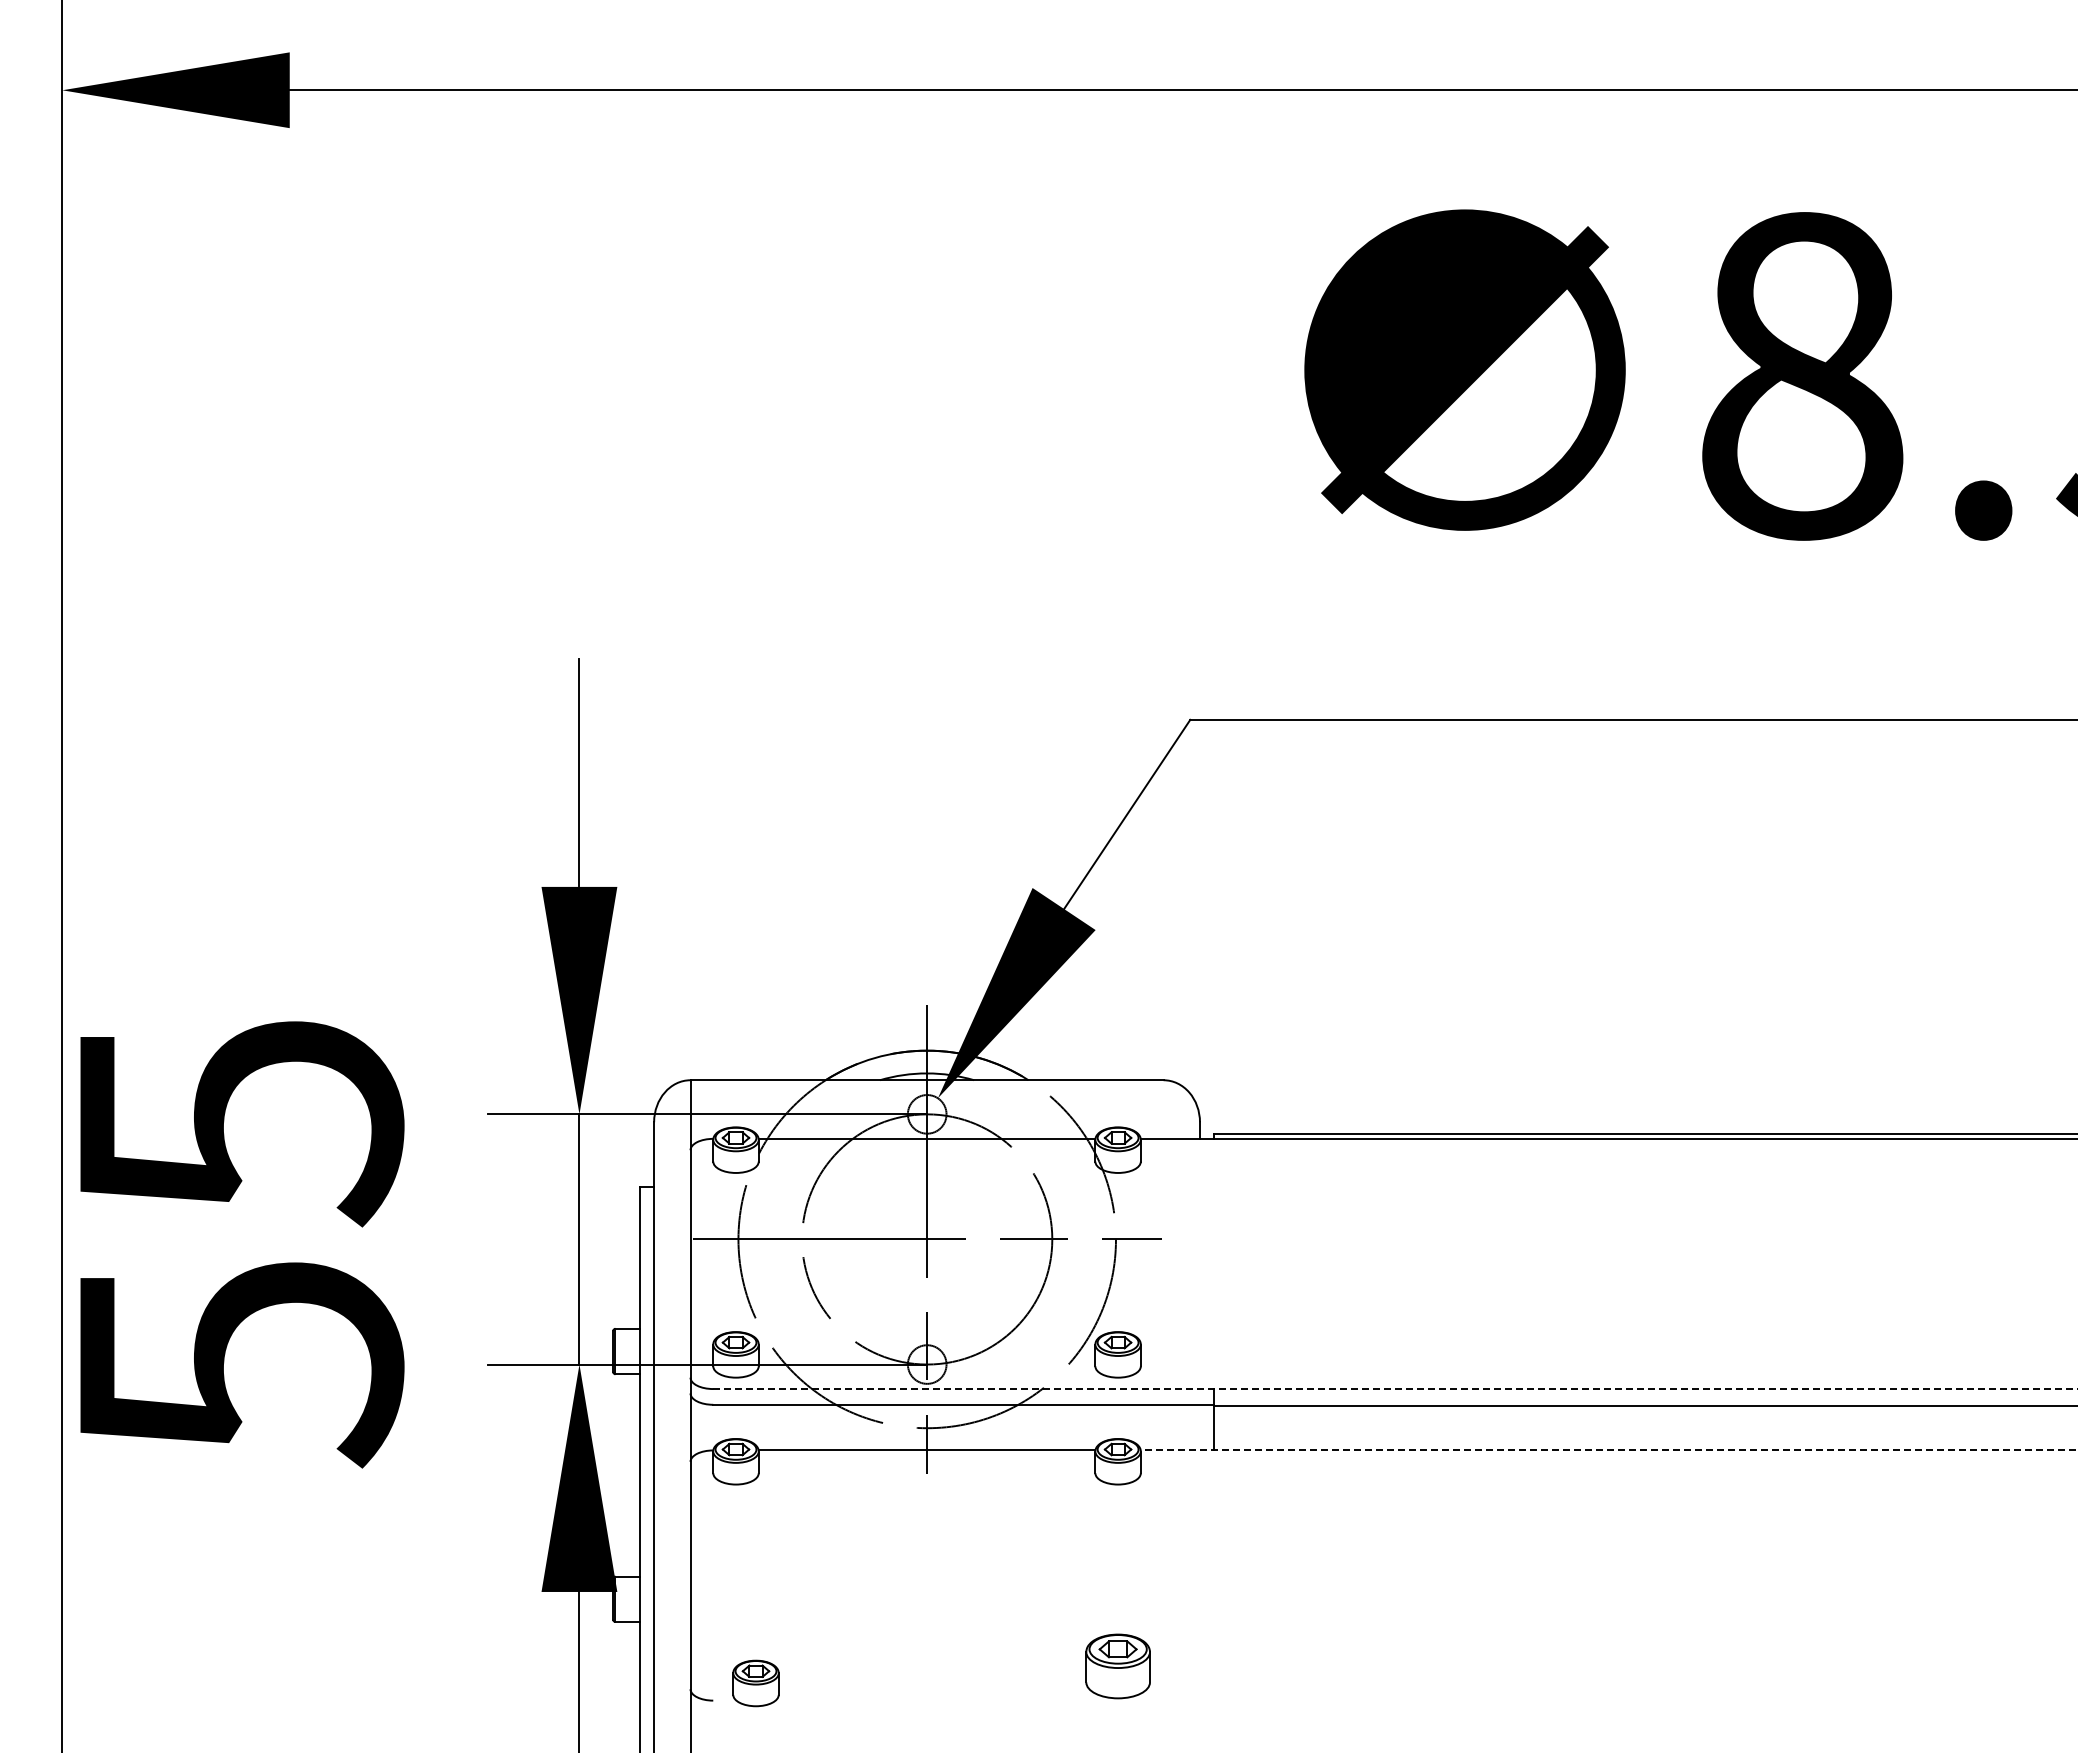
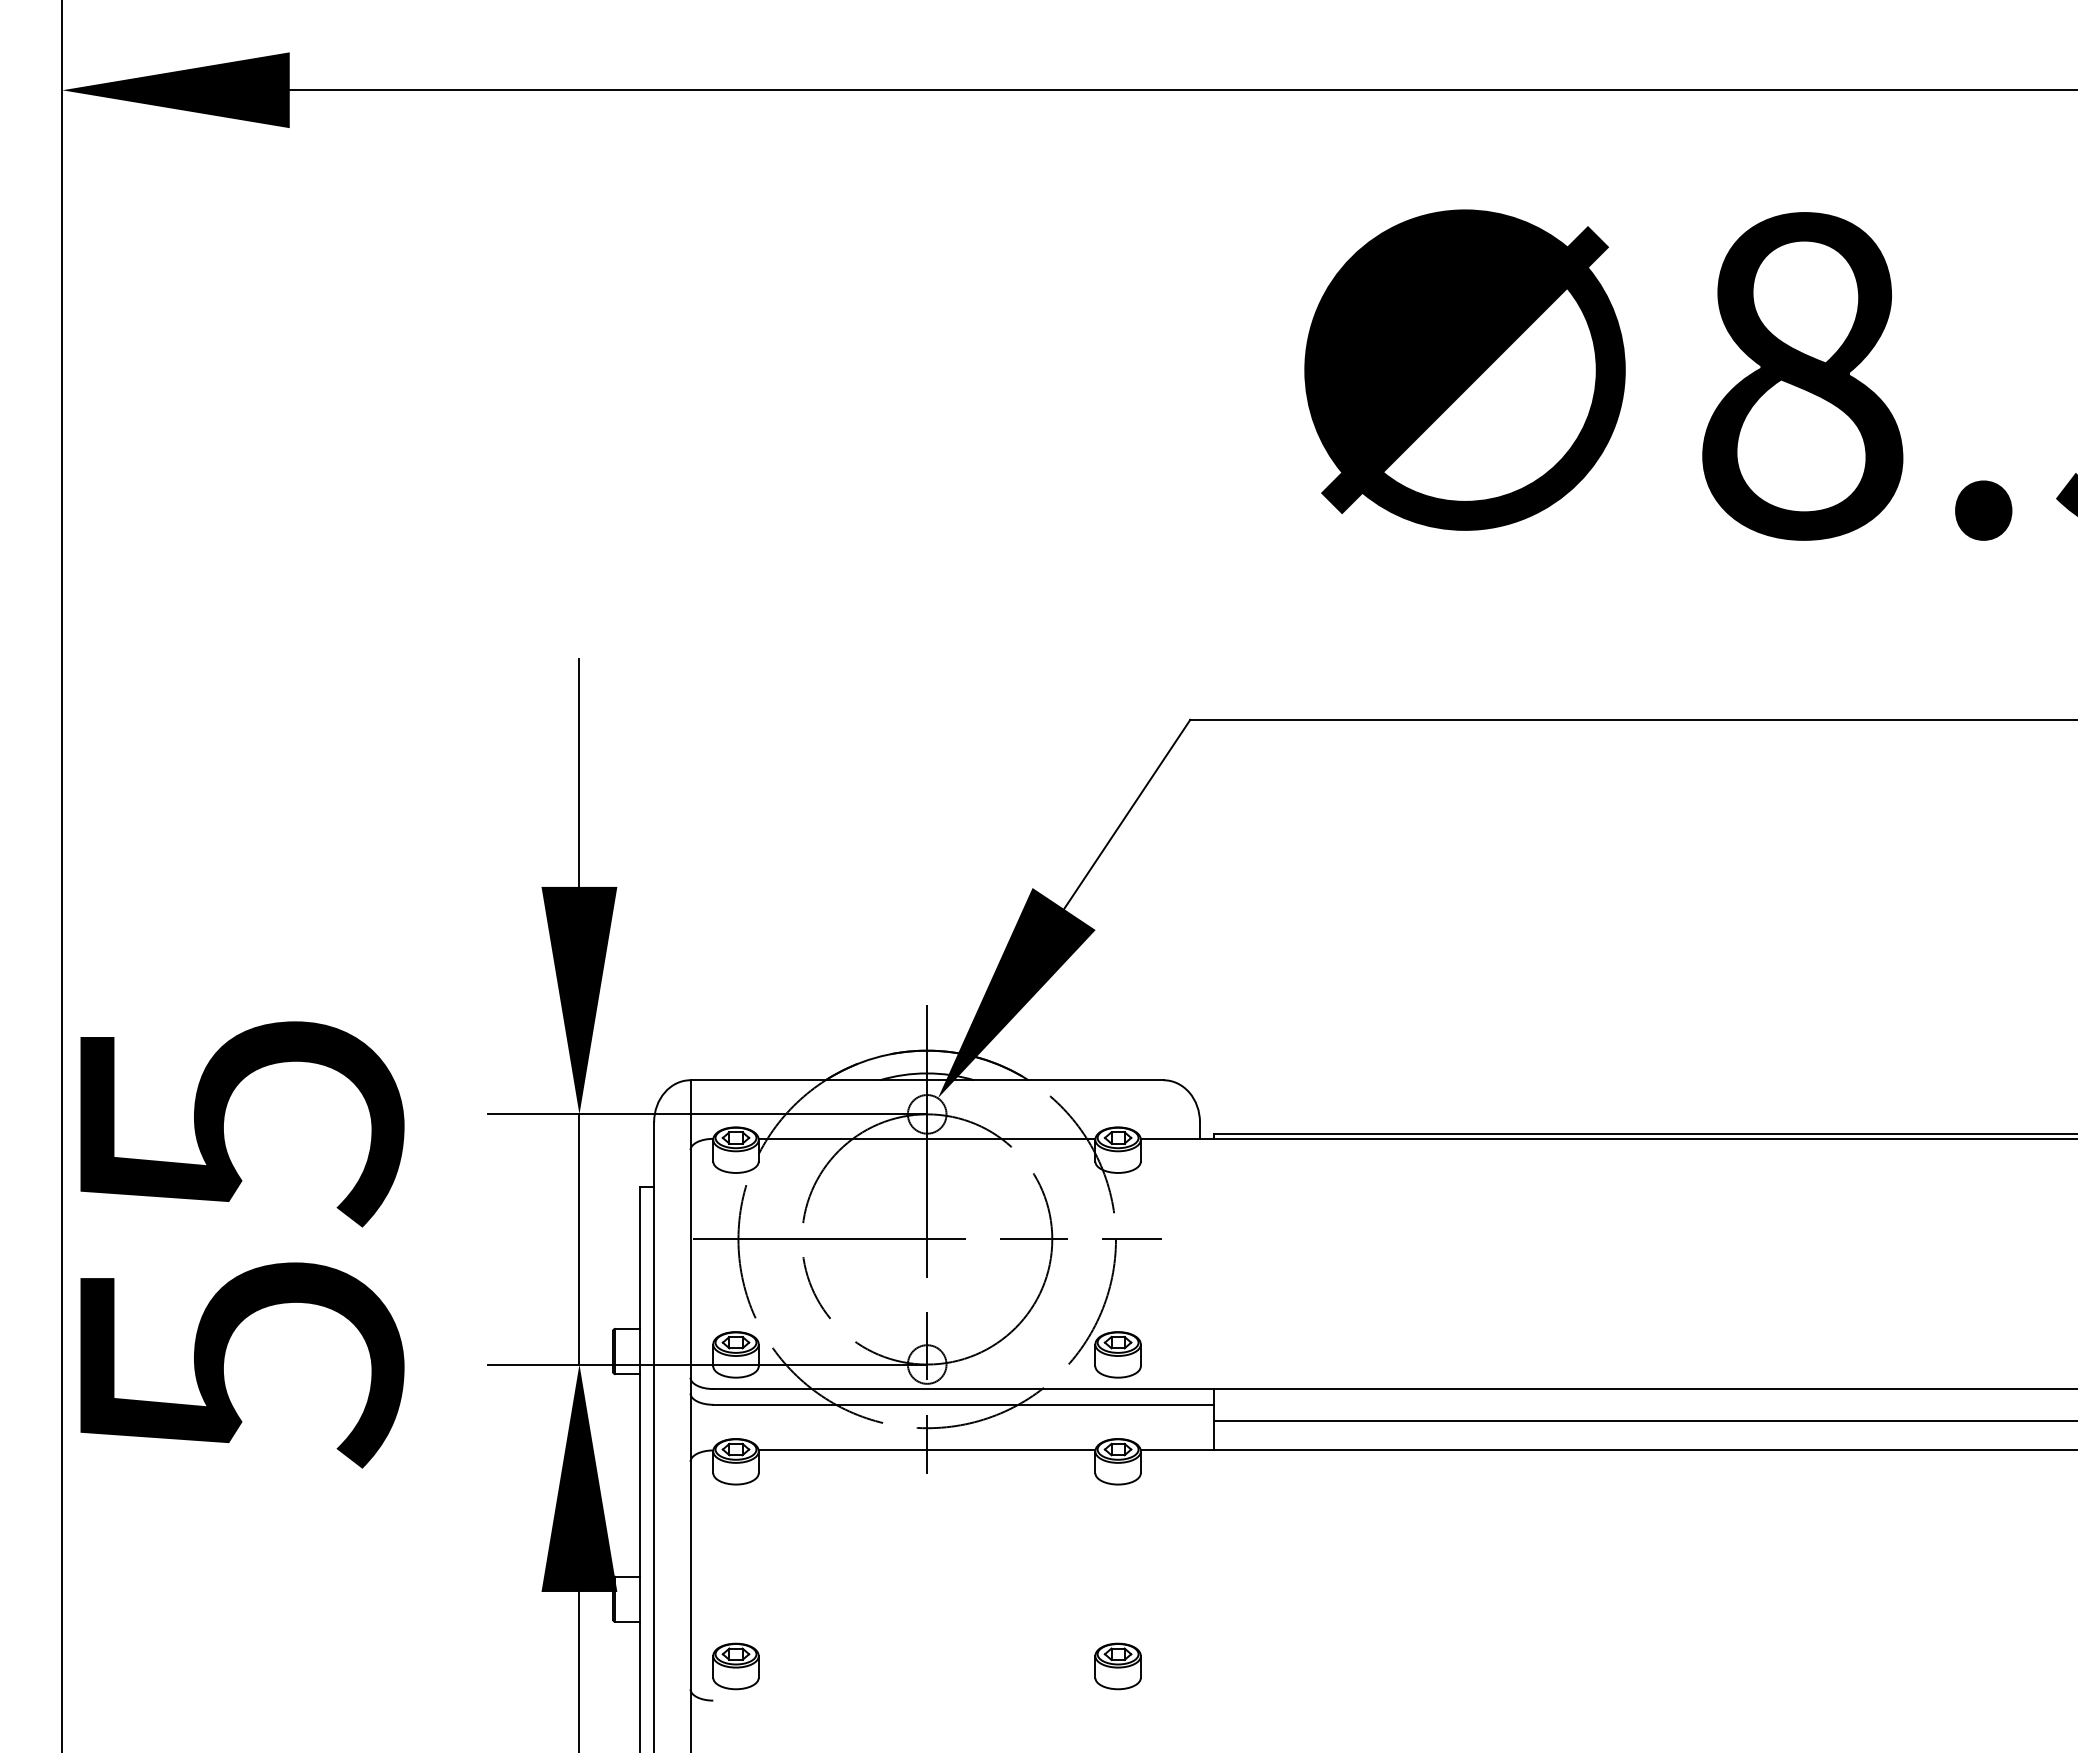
line at (1395, 1389): dashed -> solid
line at (1643, 1405) position: (1643, 1405) -> (1643, 1420)
line at (1608, 1450): dashed -> solid
part at (1117, 1666) size: 66x67 px -> 48x49 px
part at (755, 1683) position: (755, 1683) -> (735, 1666)
